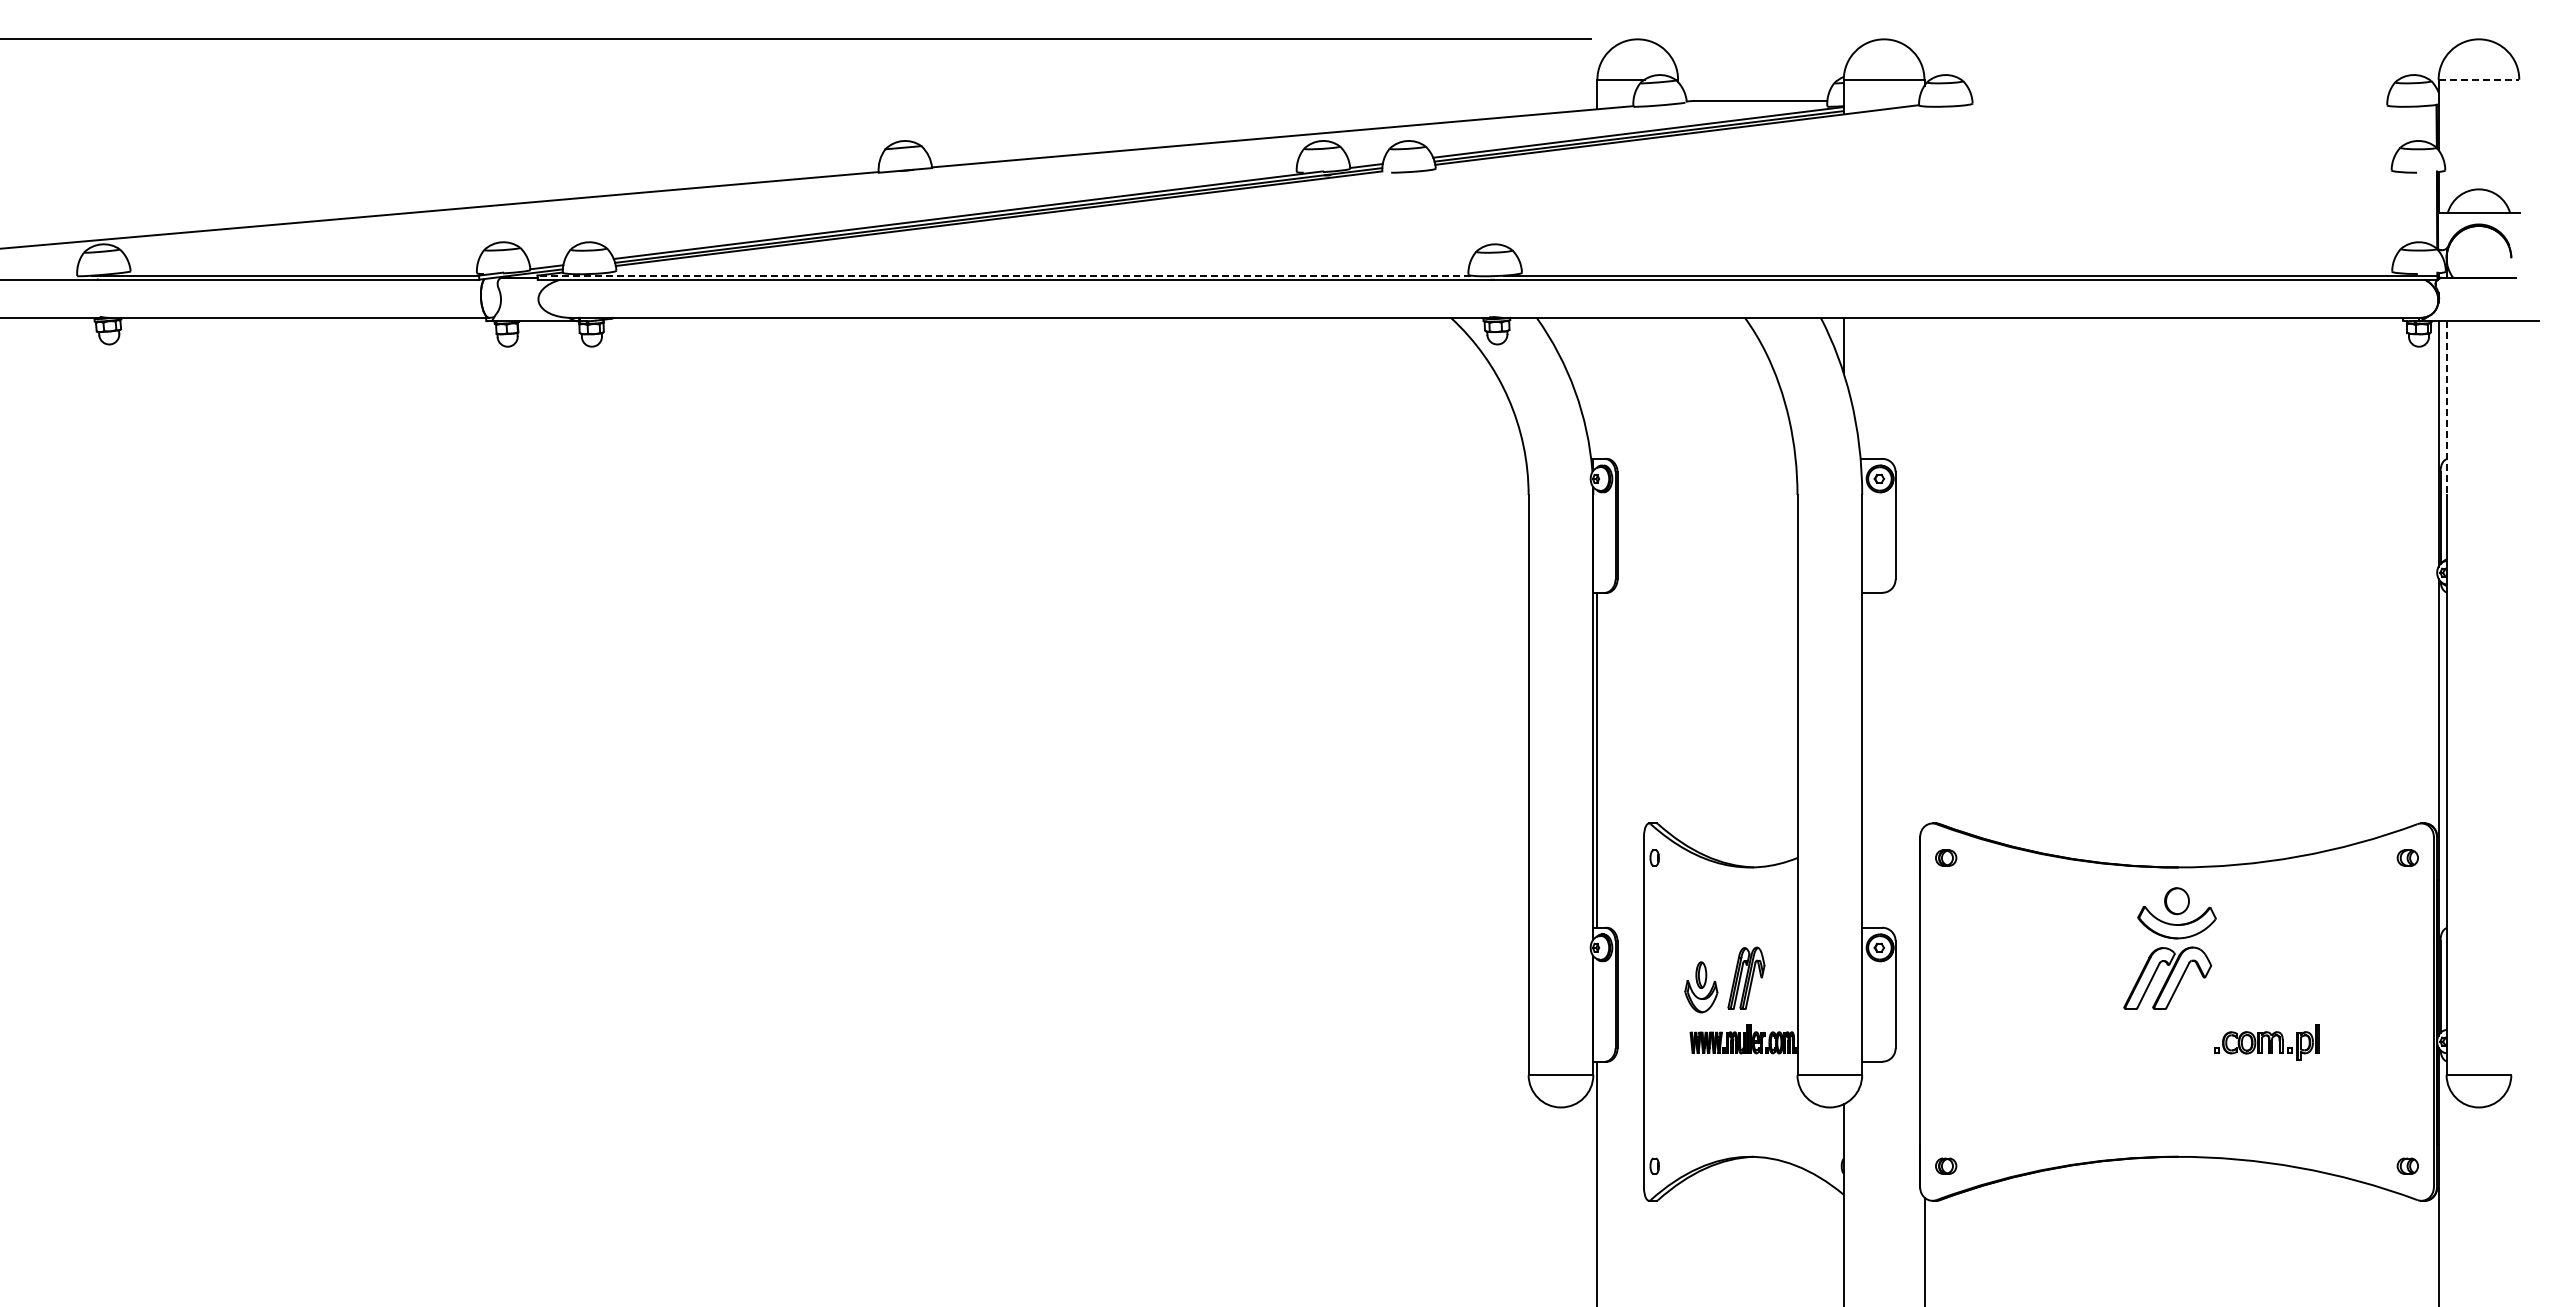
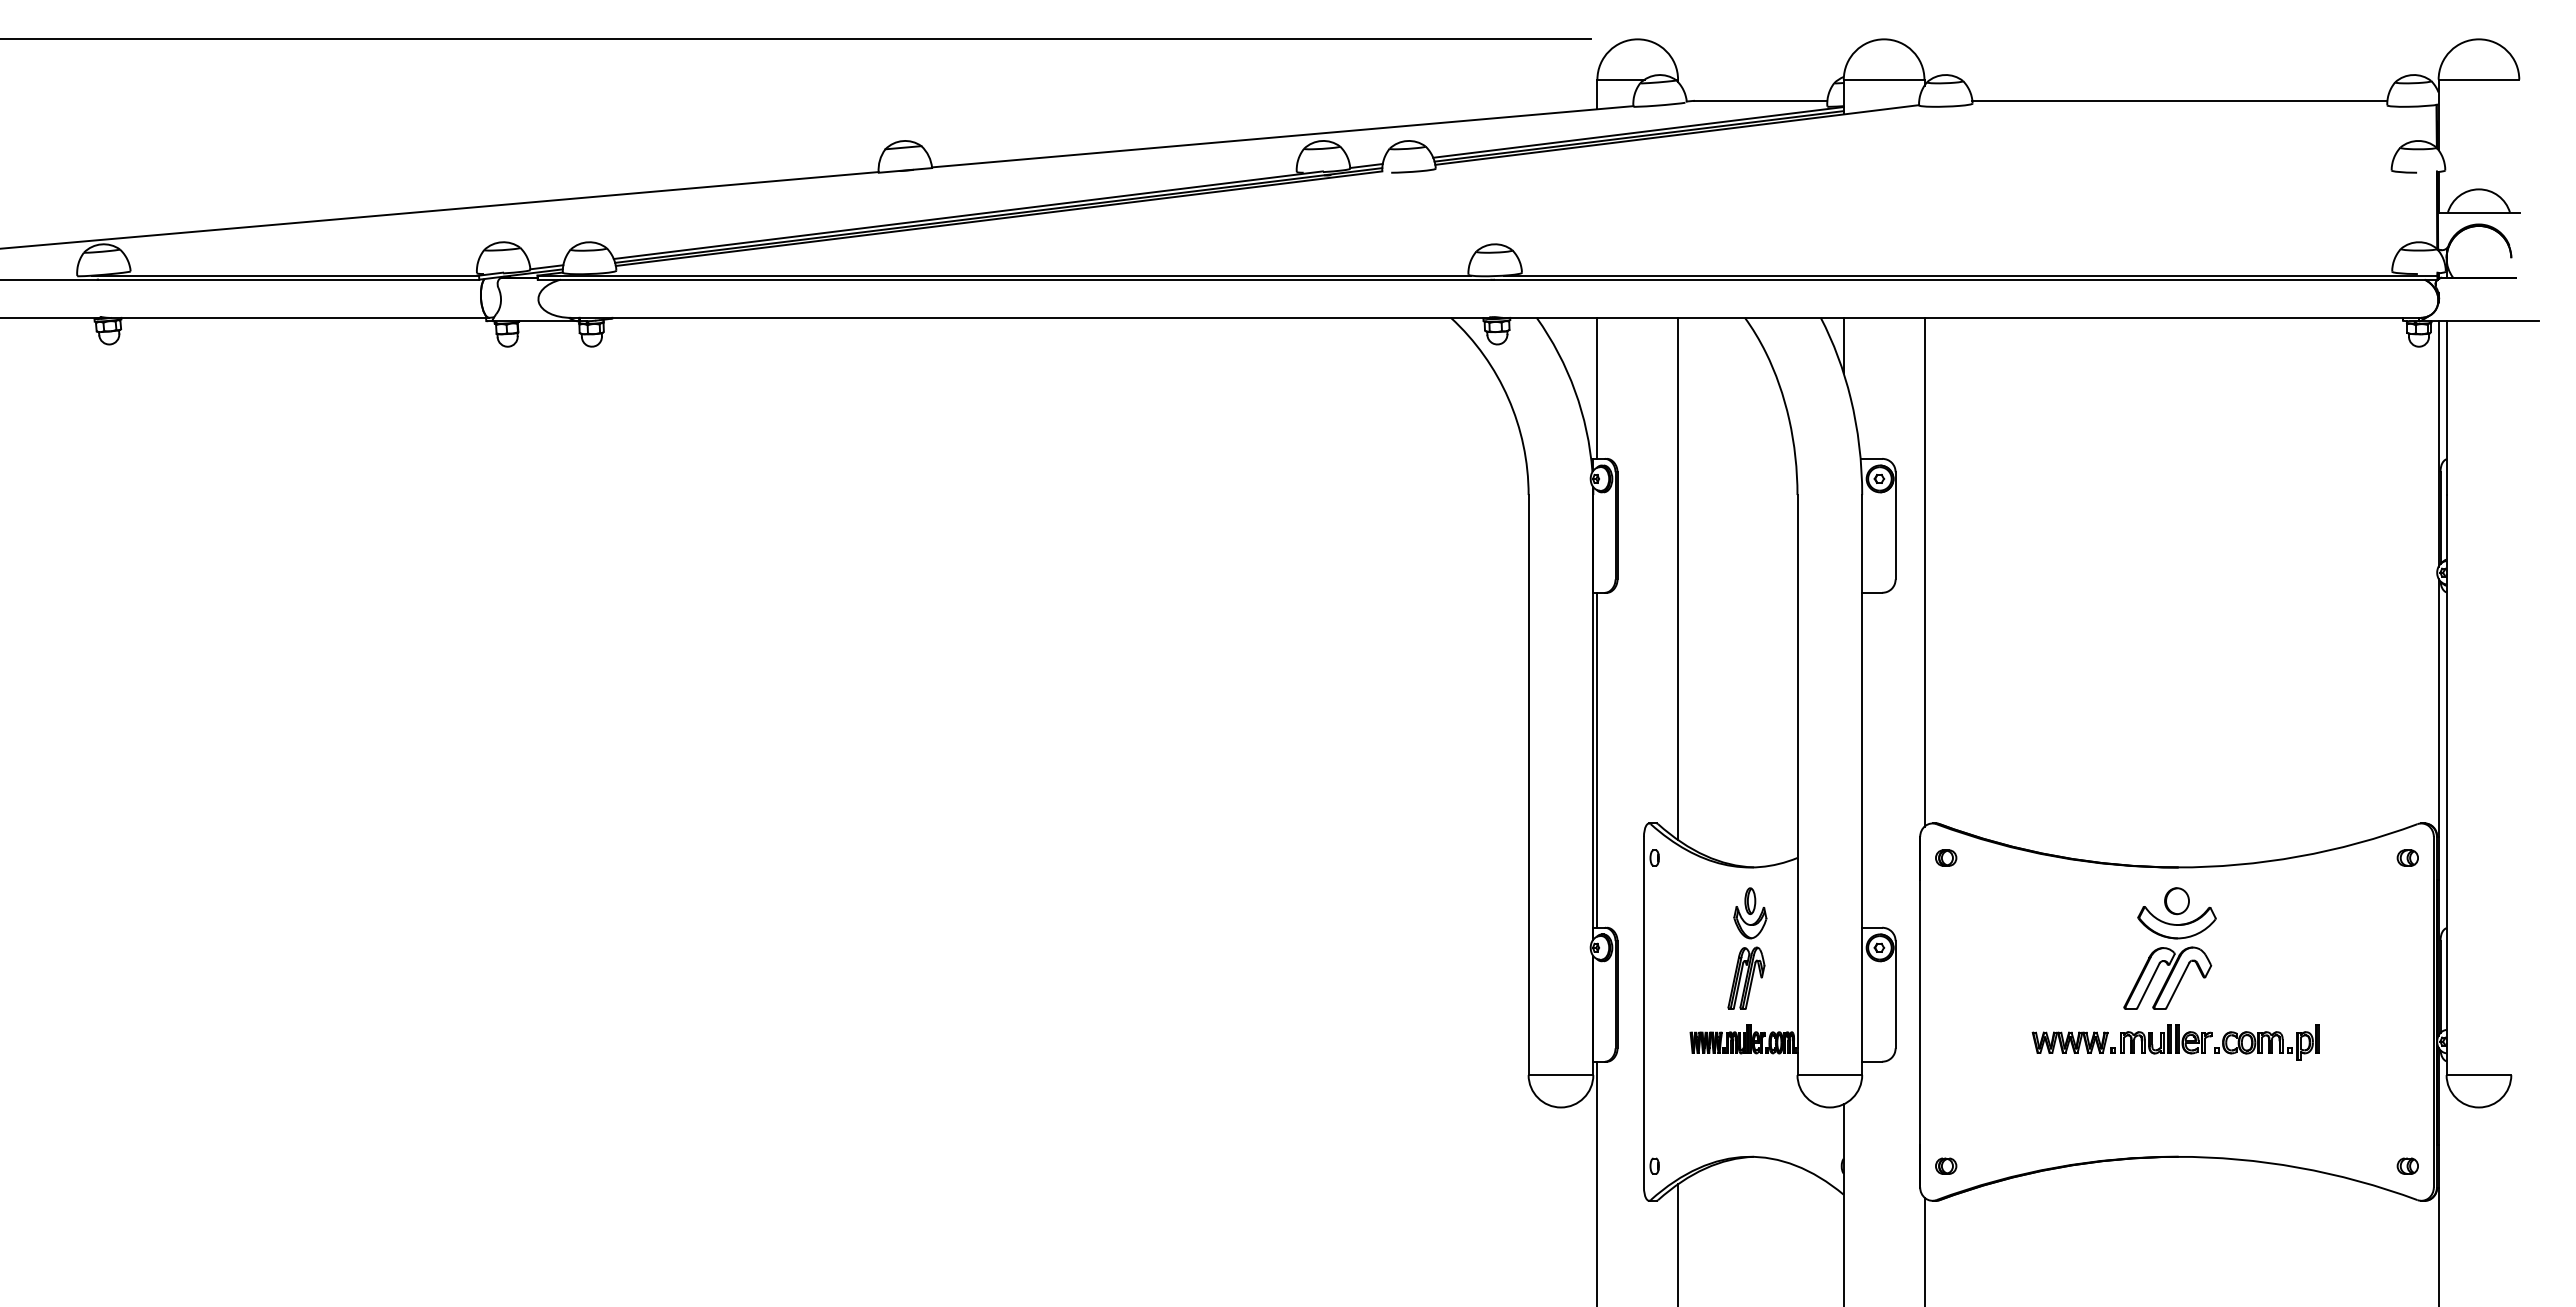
line at (2479, 79): dashed -> solid
line at (2179, 100): none -> present
line at (1004, 275): dashed -> solid
line at (1597, 387): none -> present
line at (2446, 408): dashed -> solid
line at (1924, 571): none -> present
line at (1678, 578): none -> present
part at (1701, 987) position: (1701, 987) -> (1750, 913)
part at (2121, 1039): none -> present
line at (1678, 1243): none -> present
